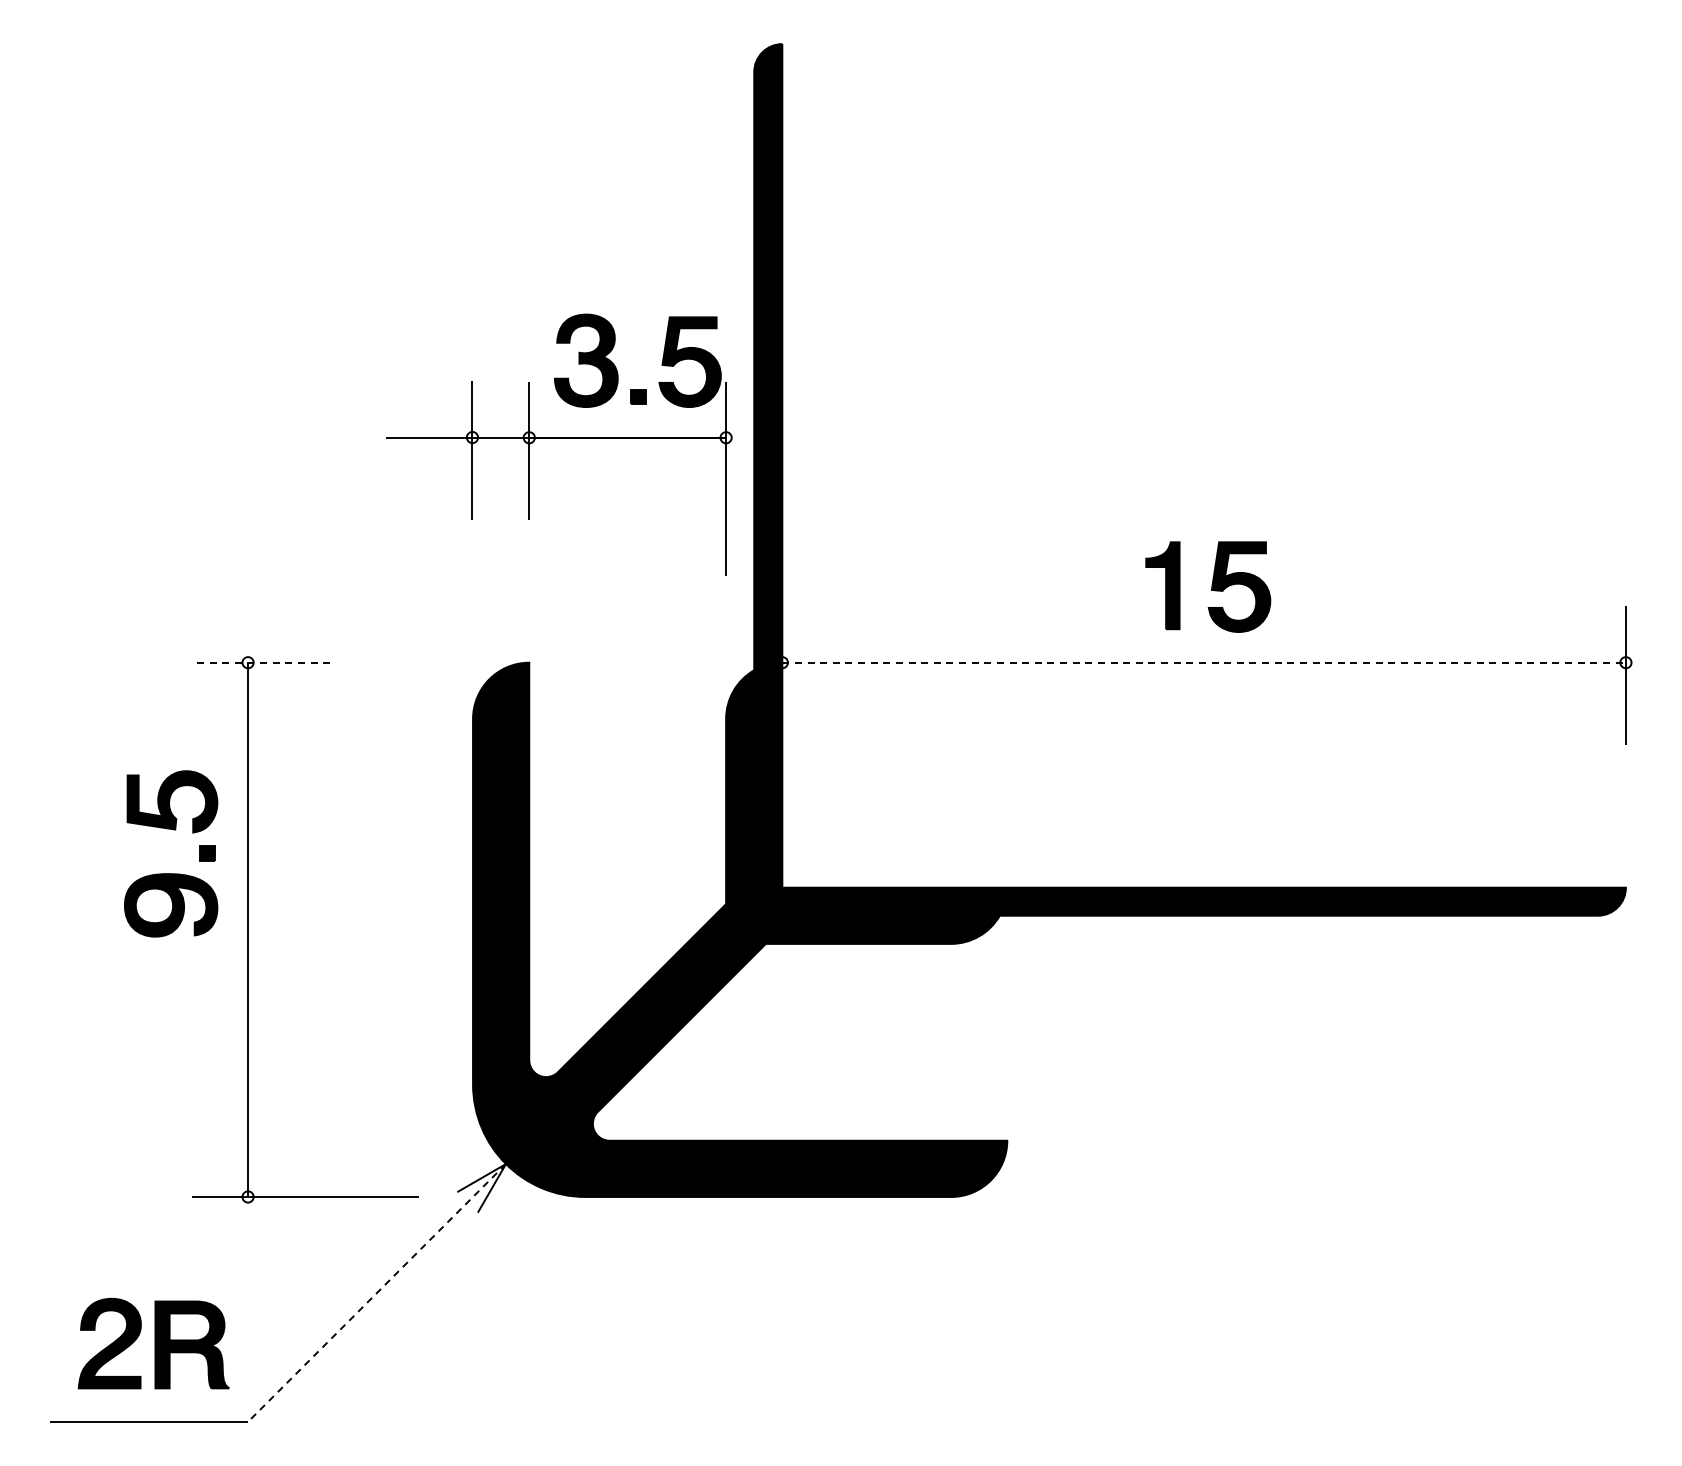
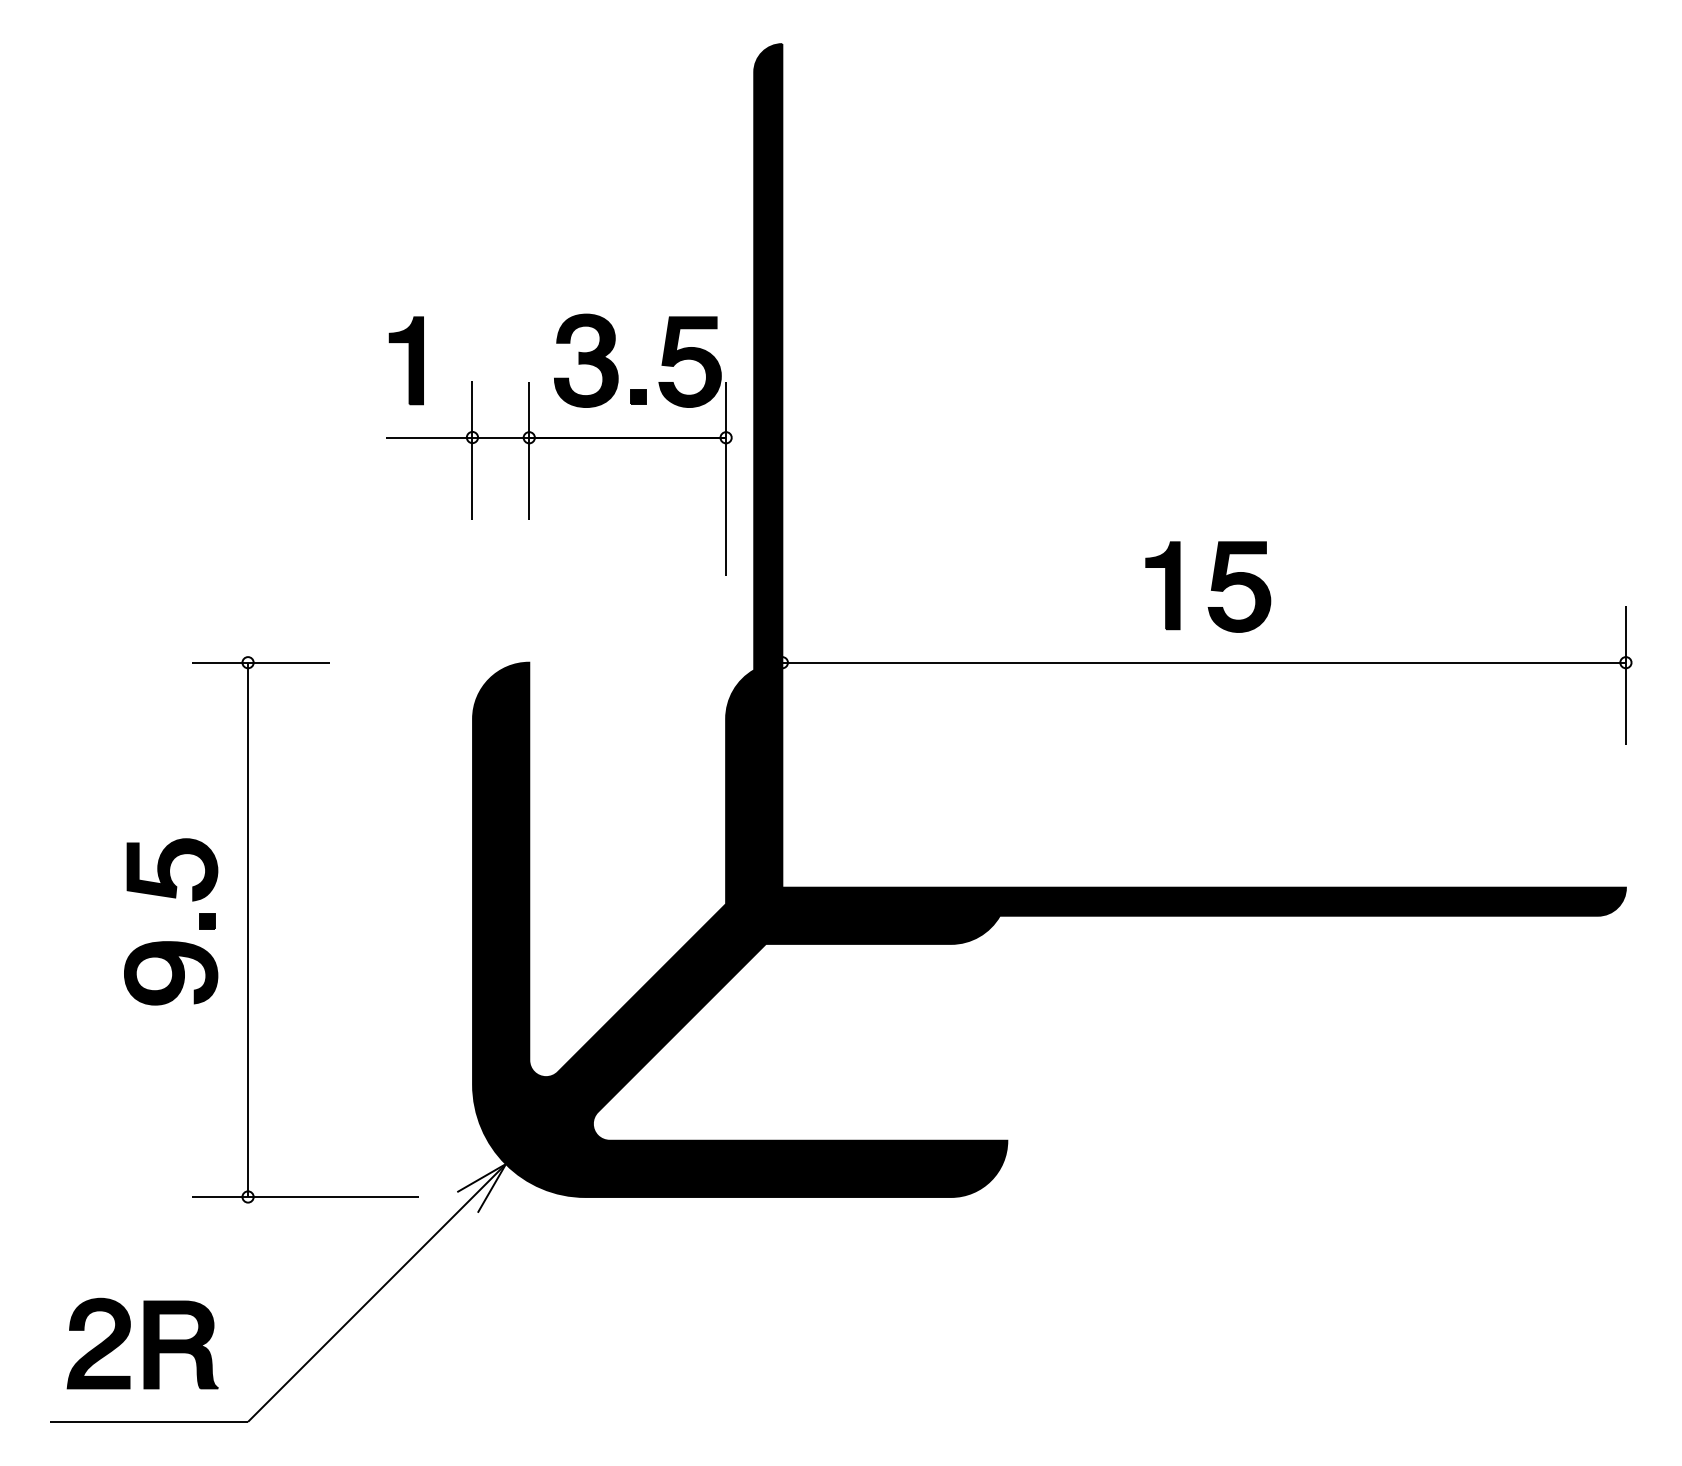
part at (405, 360): none -> present
line at (260, 662): dashed -> solid
line at (1204, 662): dashed -> solid
part at (171, 873) position: (171, 873) -> (171, 941)
line at (376, 1293): dashed -> solid
part at (153, 1343) position: (153, 1343) -> (142, 1343)
